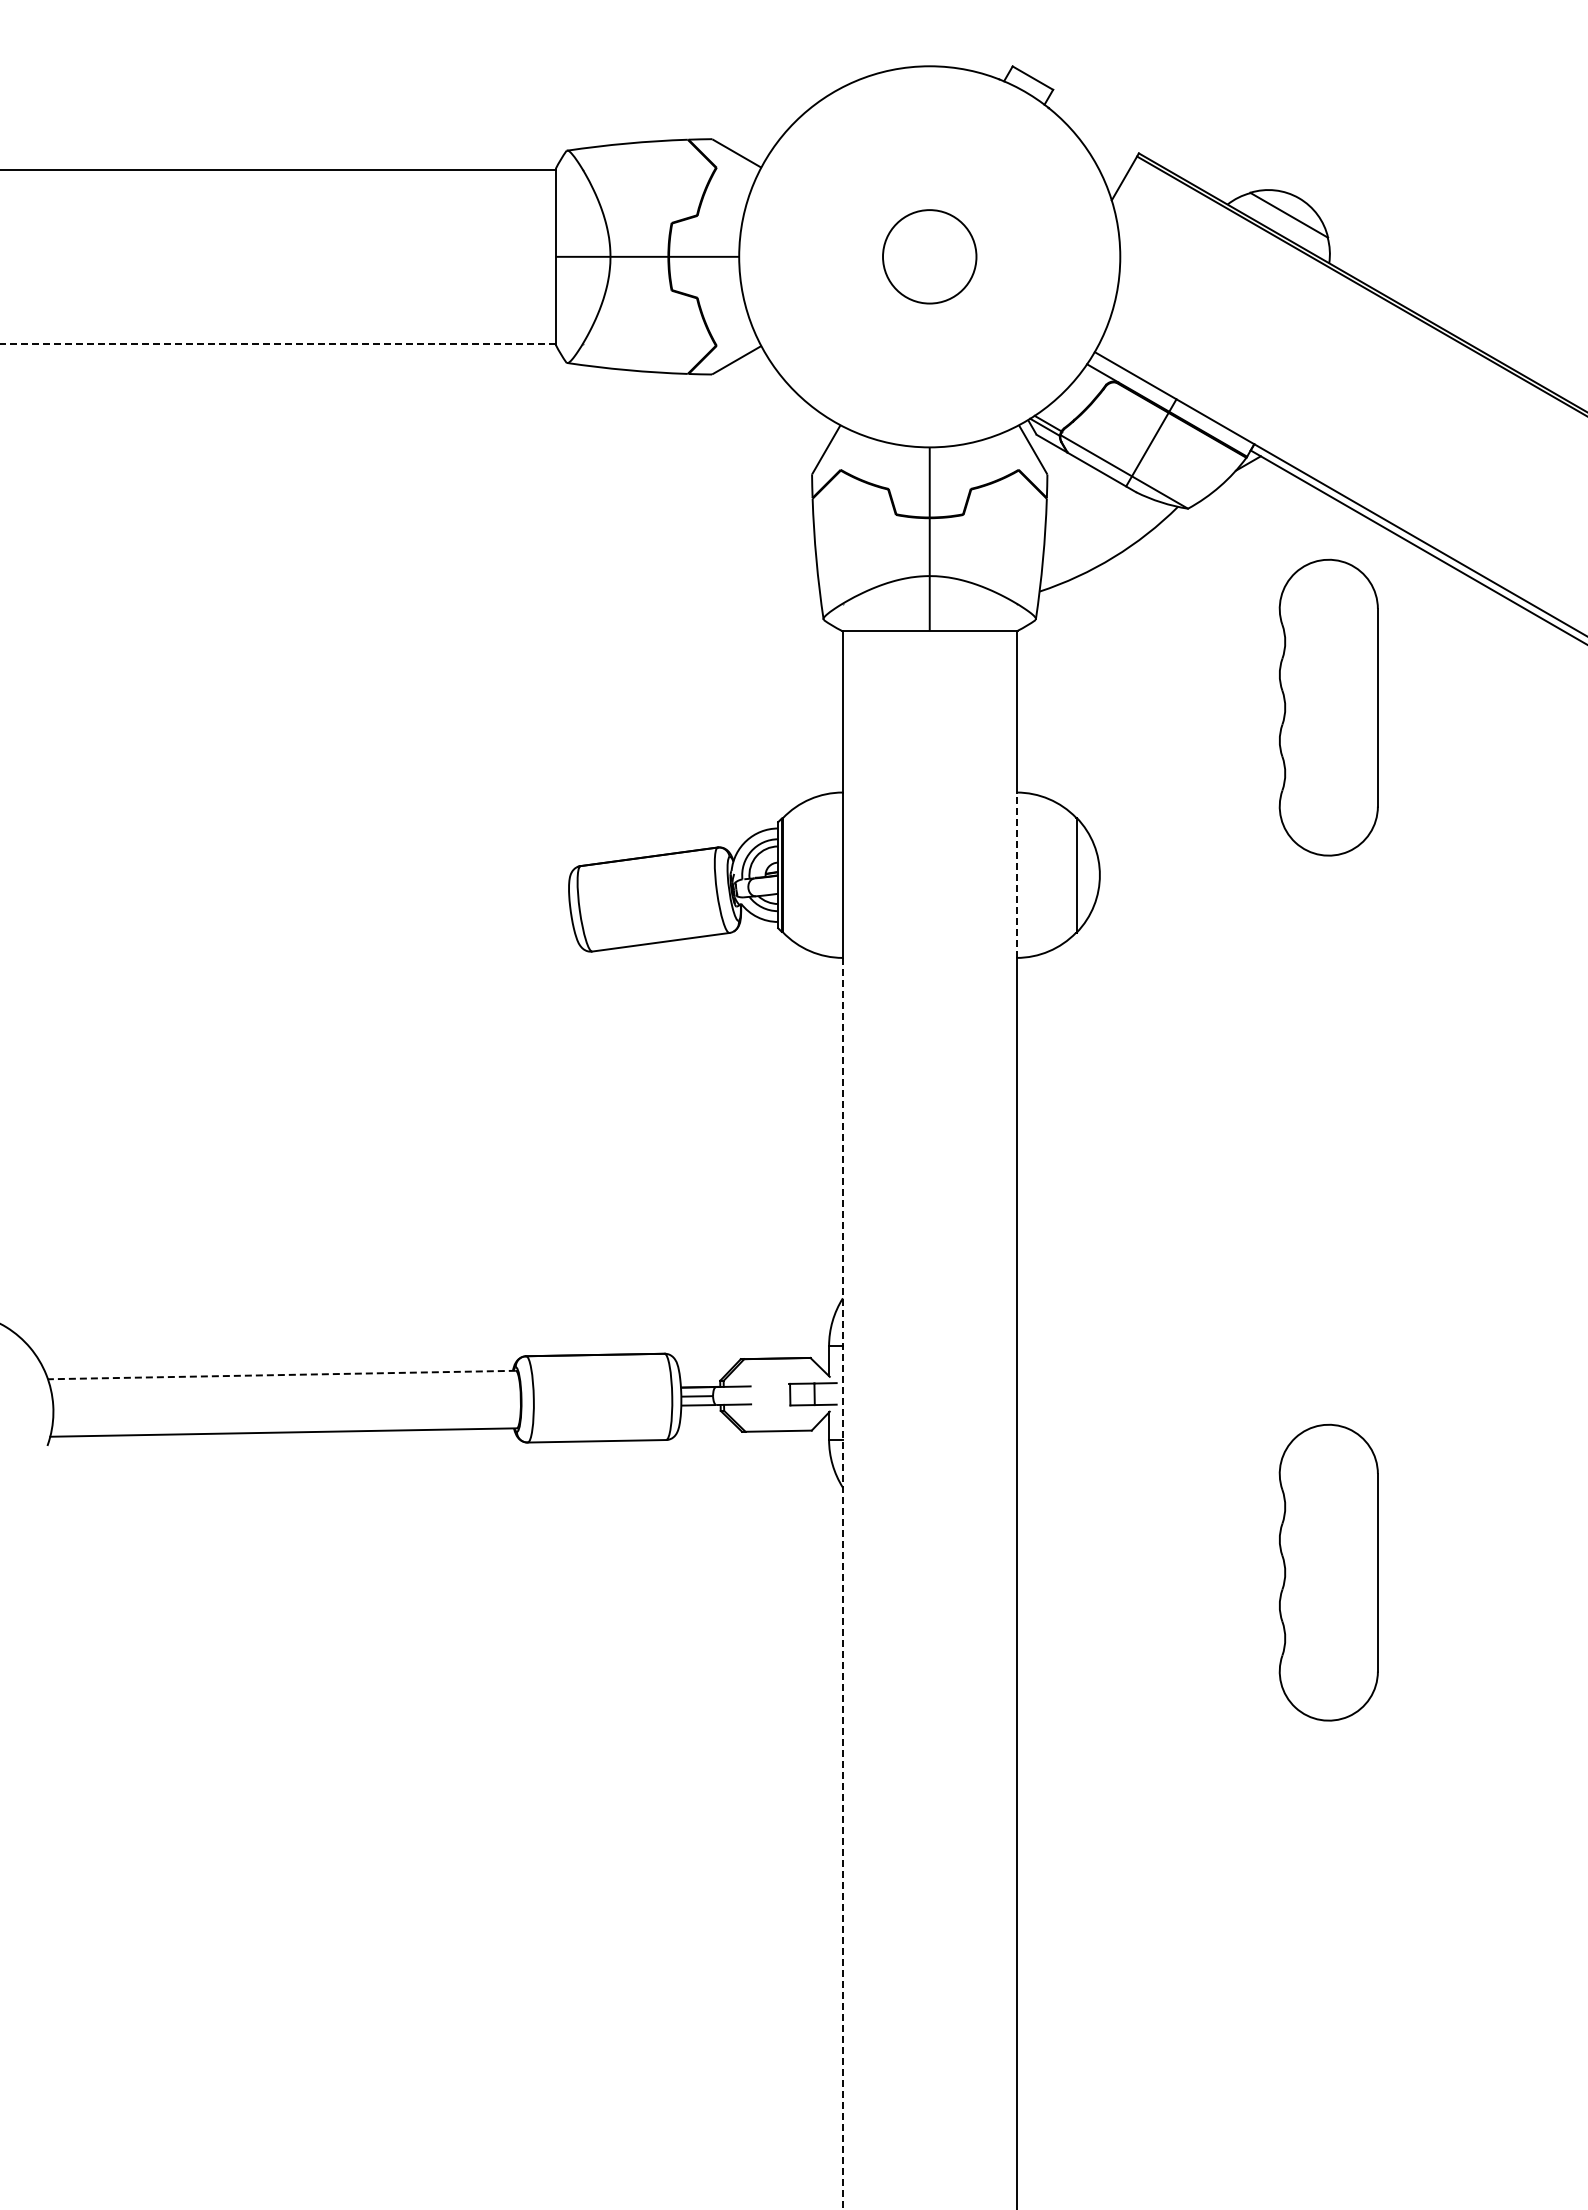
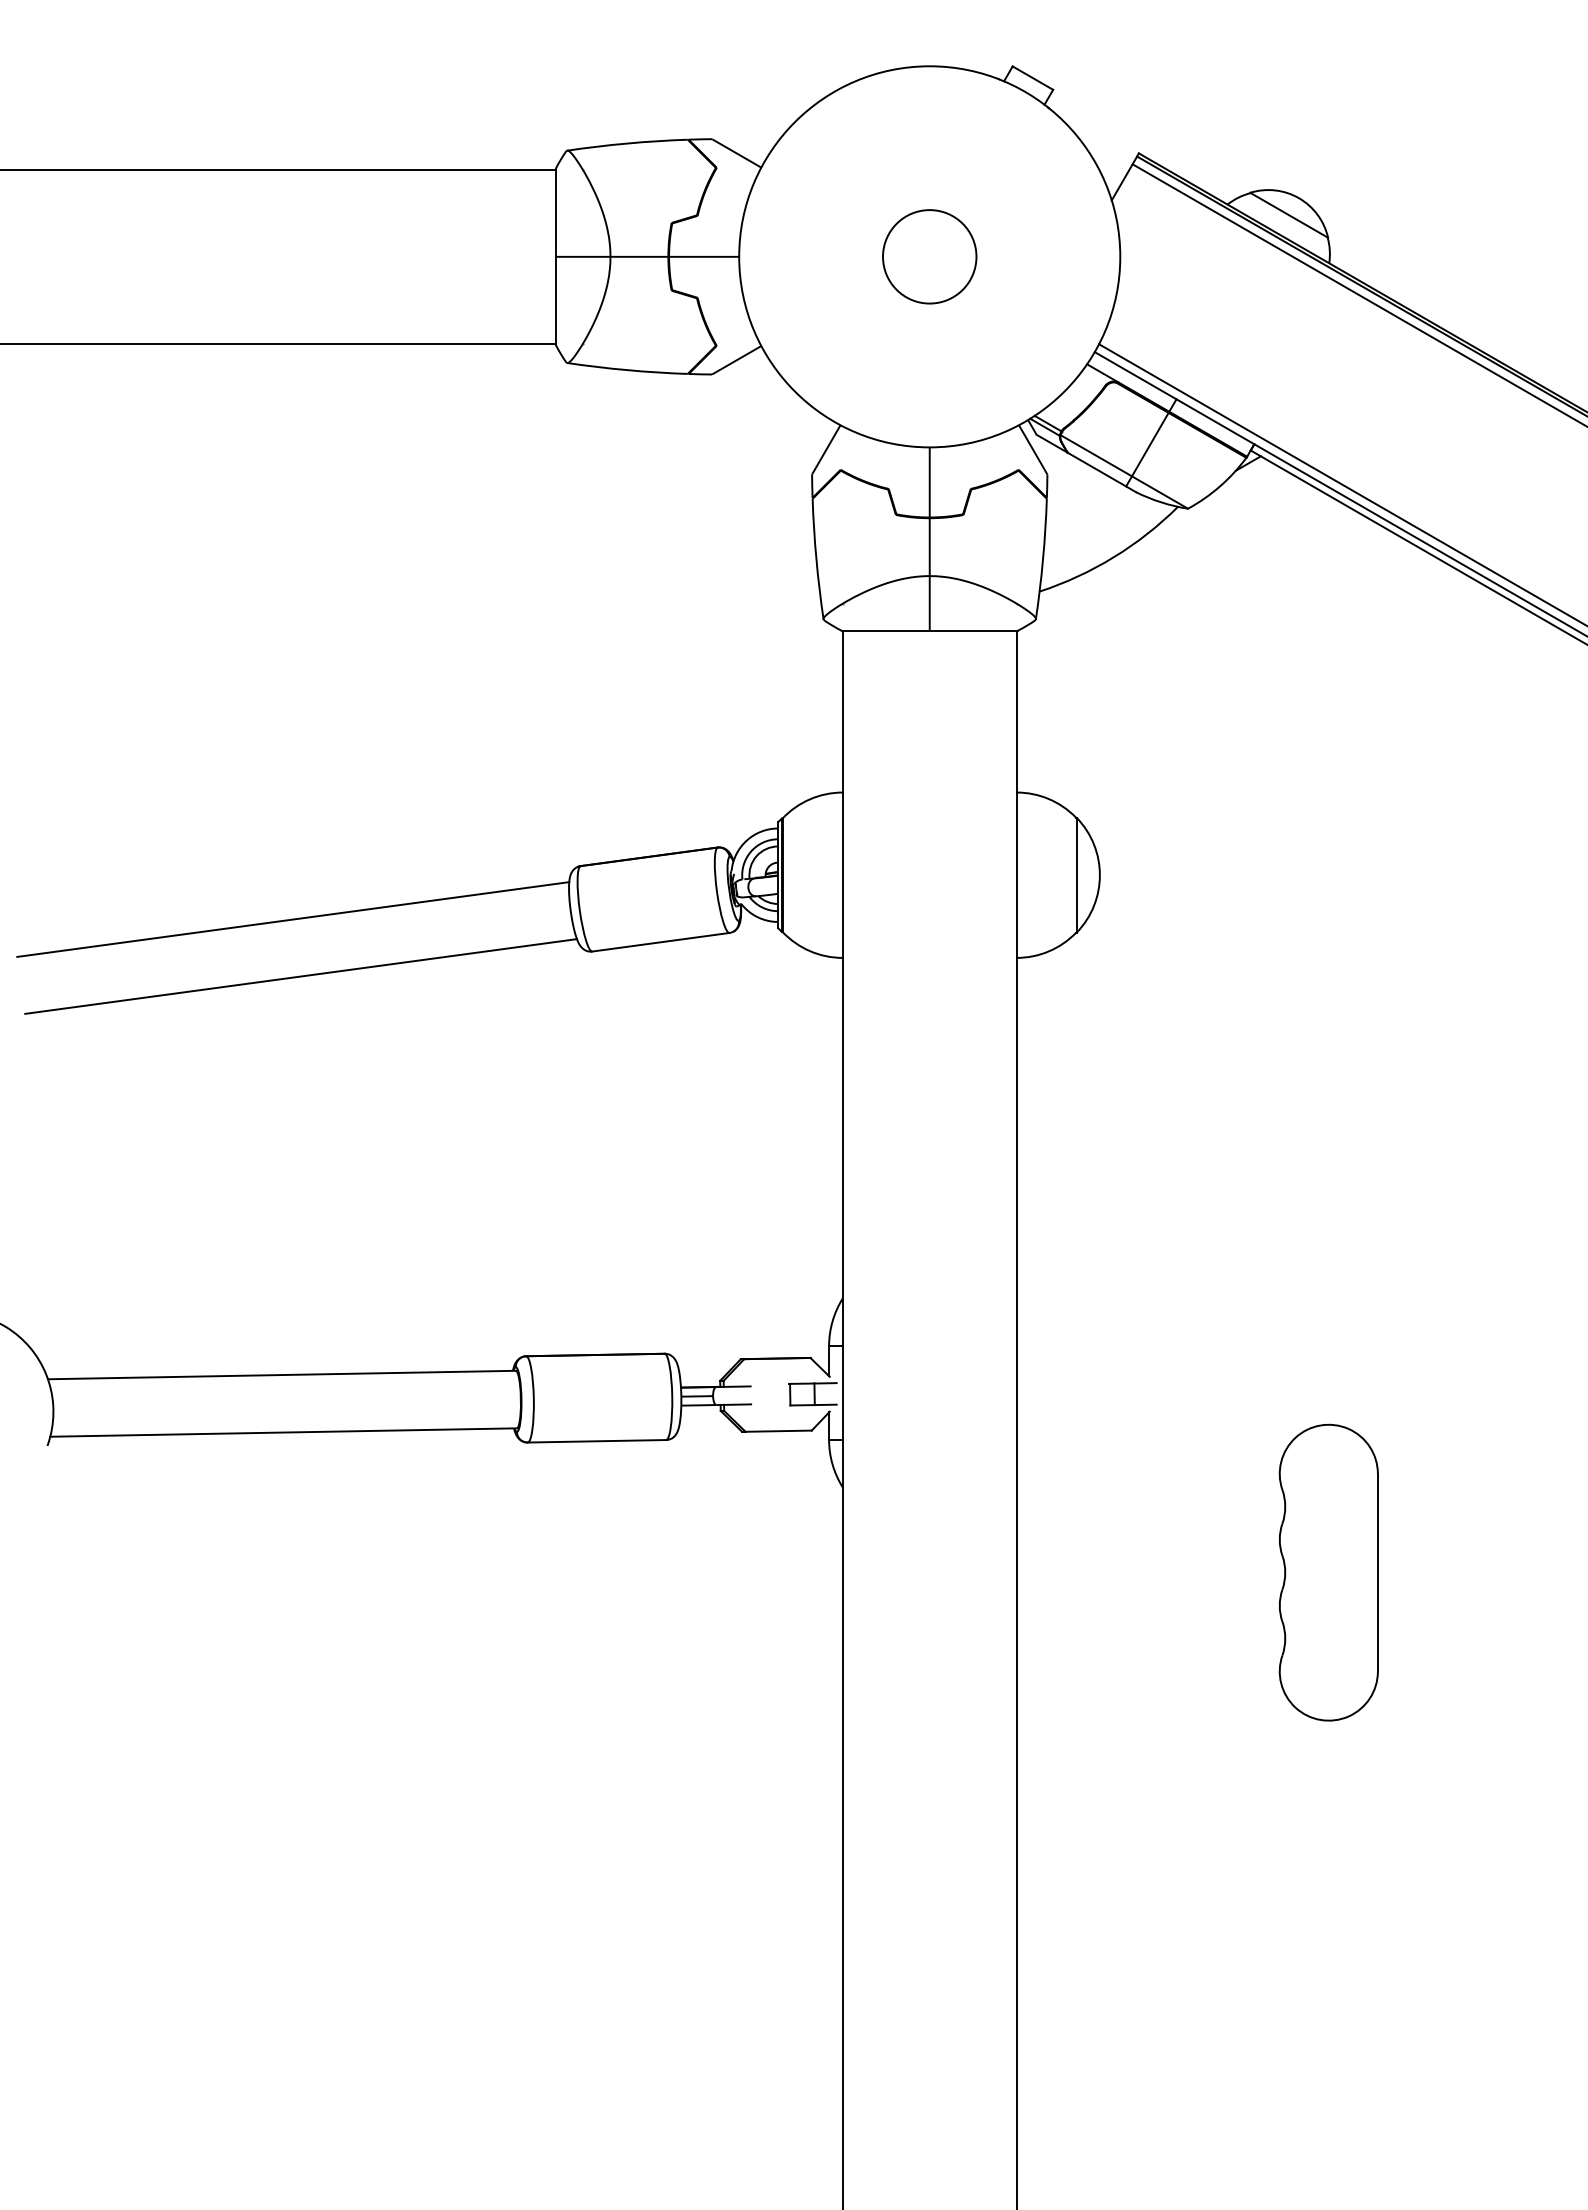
line at (1358, 294): none -> present
line at (278, 343): dashed -> solid
line at (1341, 484): none -> present
part at (1328, 707): present -> none
line at (1016, 875): dashed -> solid
line at (293, 919): none -> present
line at (301, 976): none -> present
line at (281, 1375): dashed -> solid
line at (842, 1583): dashed -> solid
